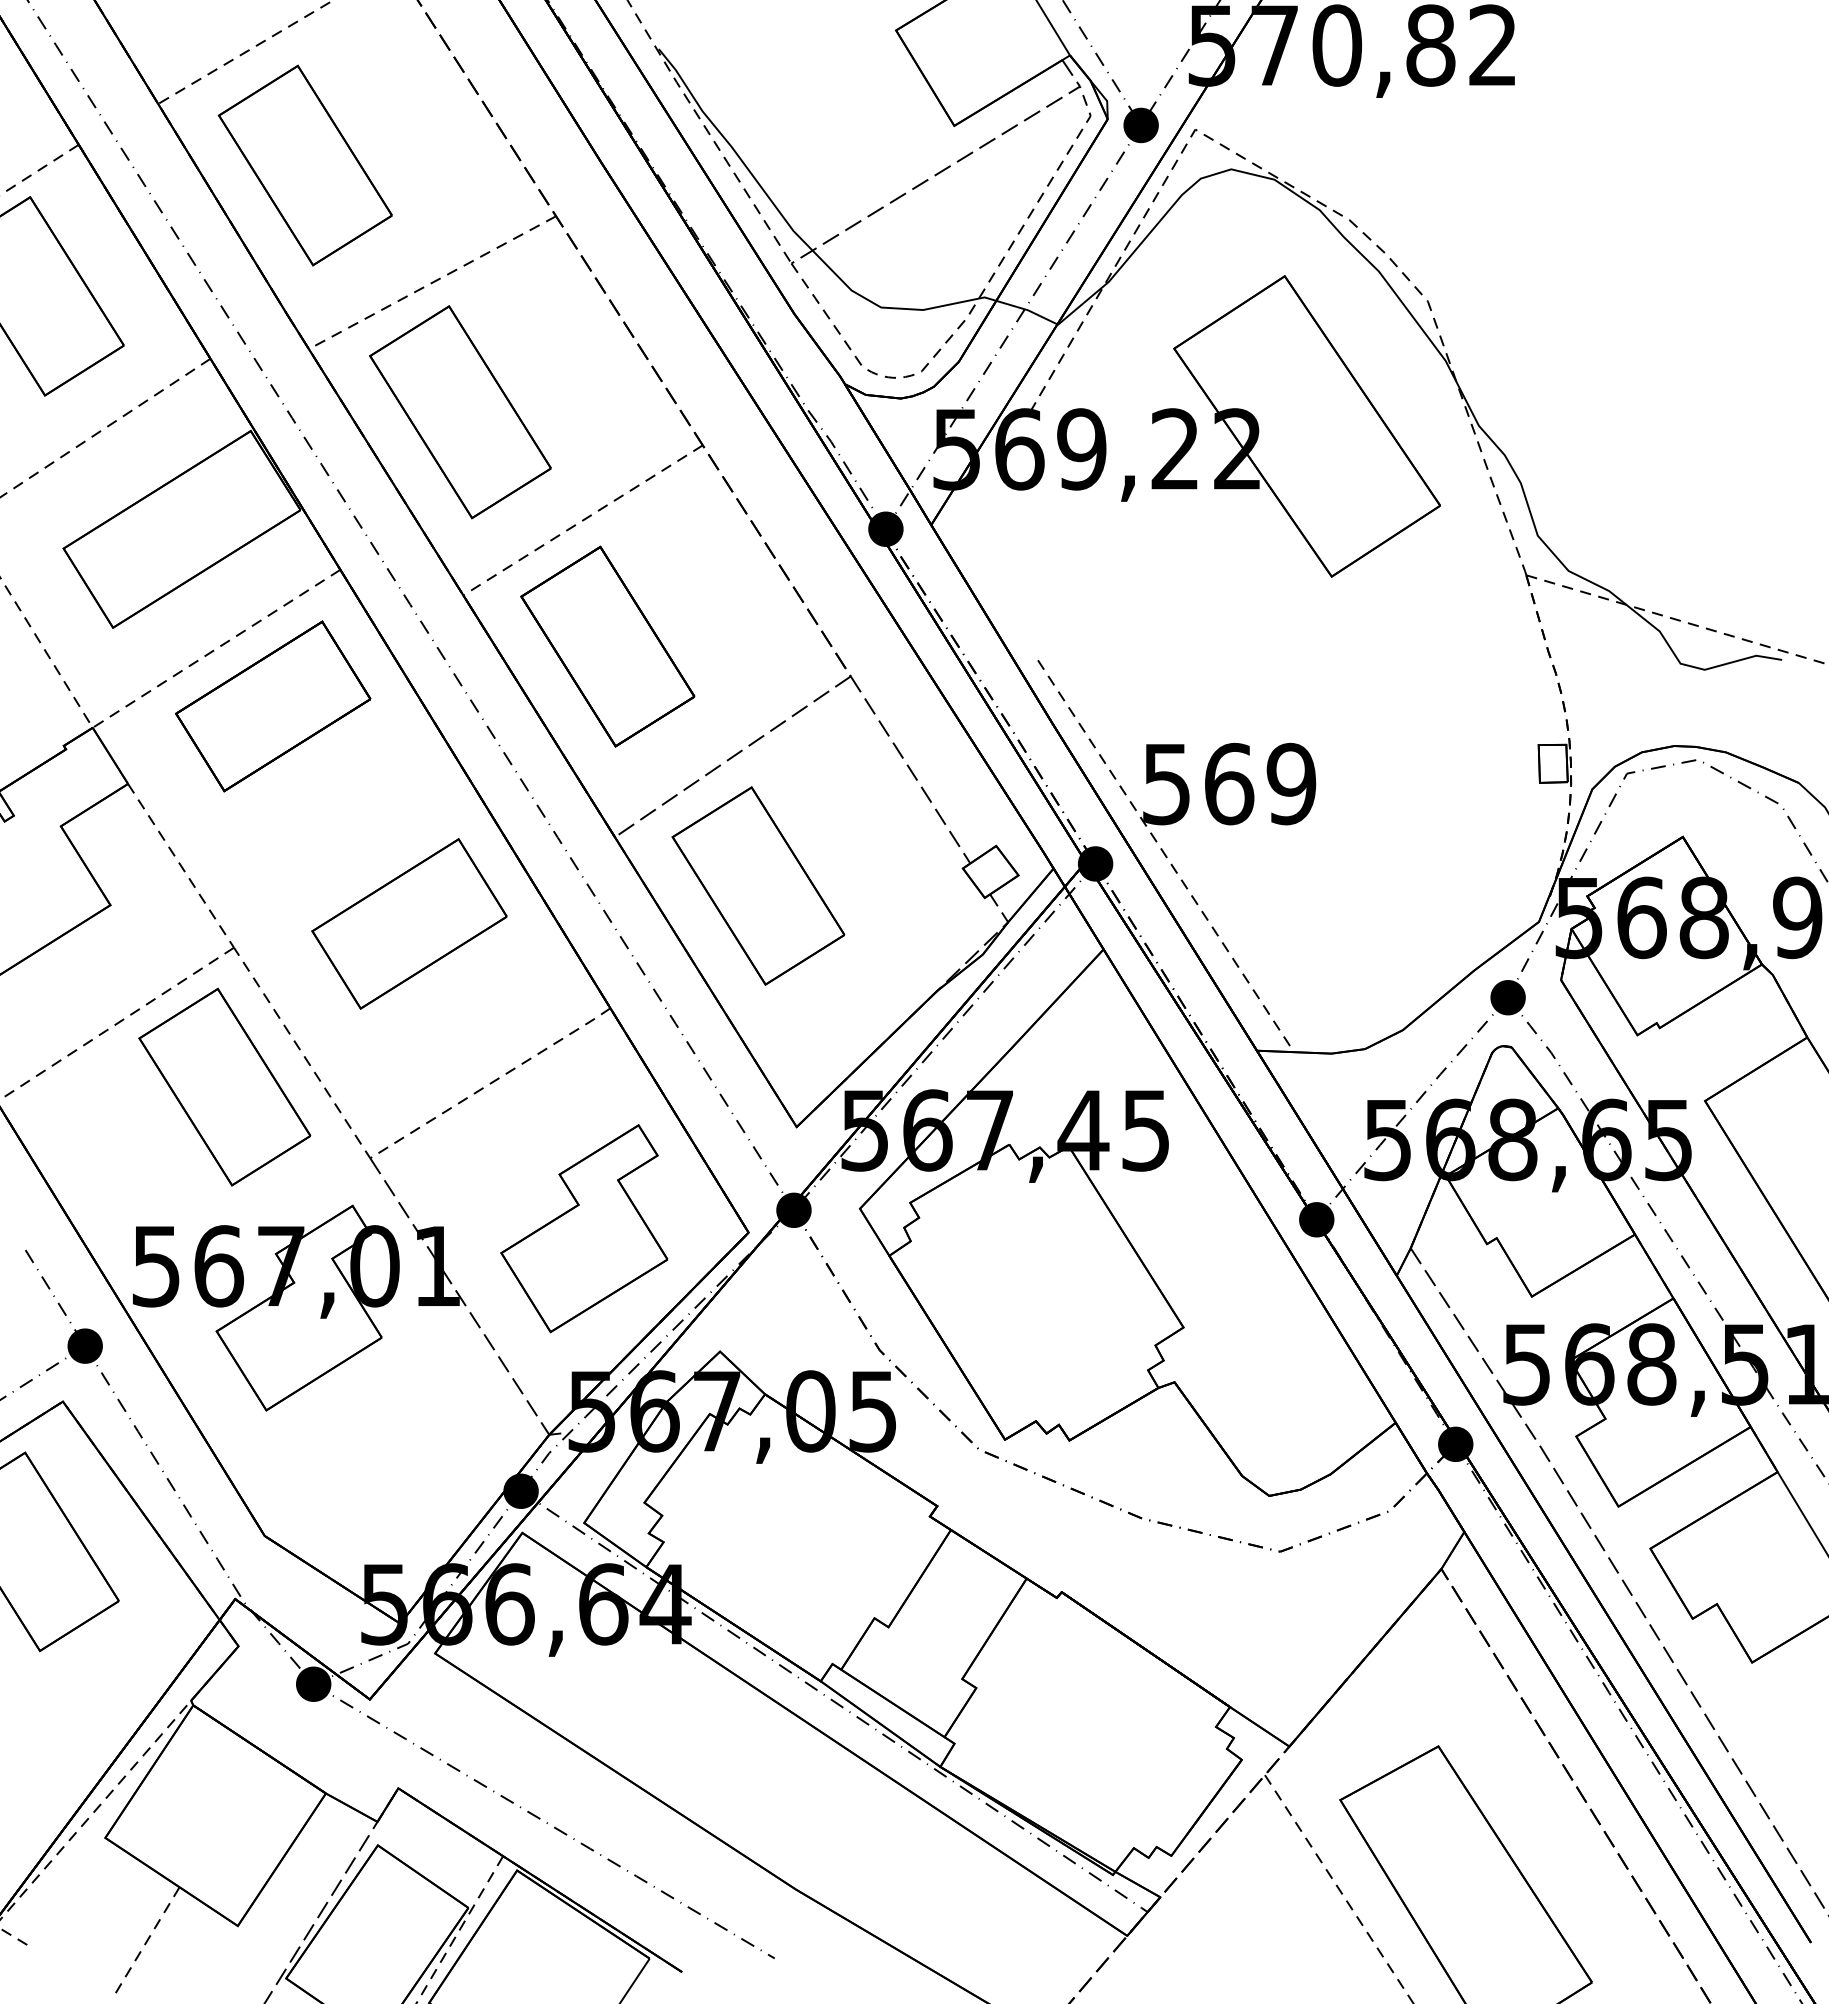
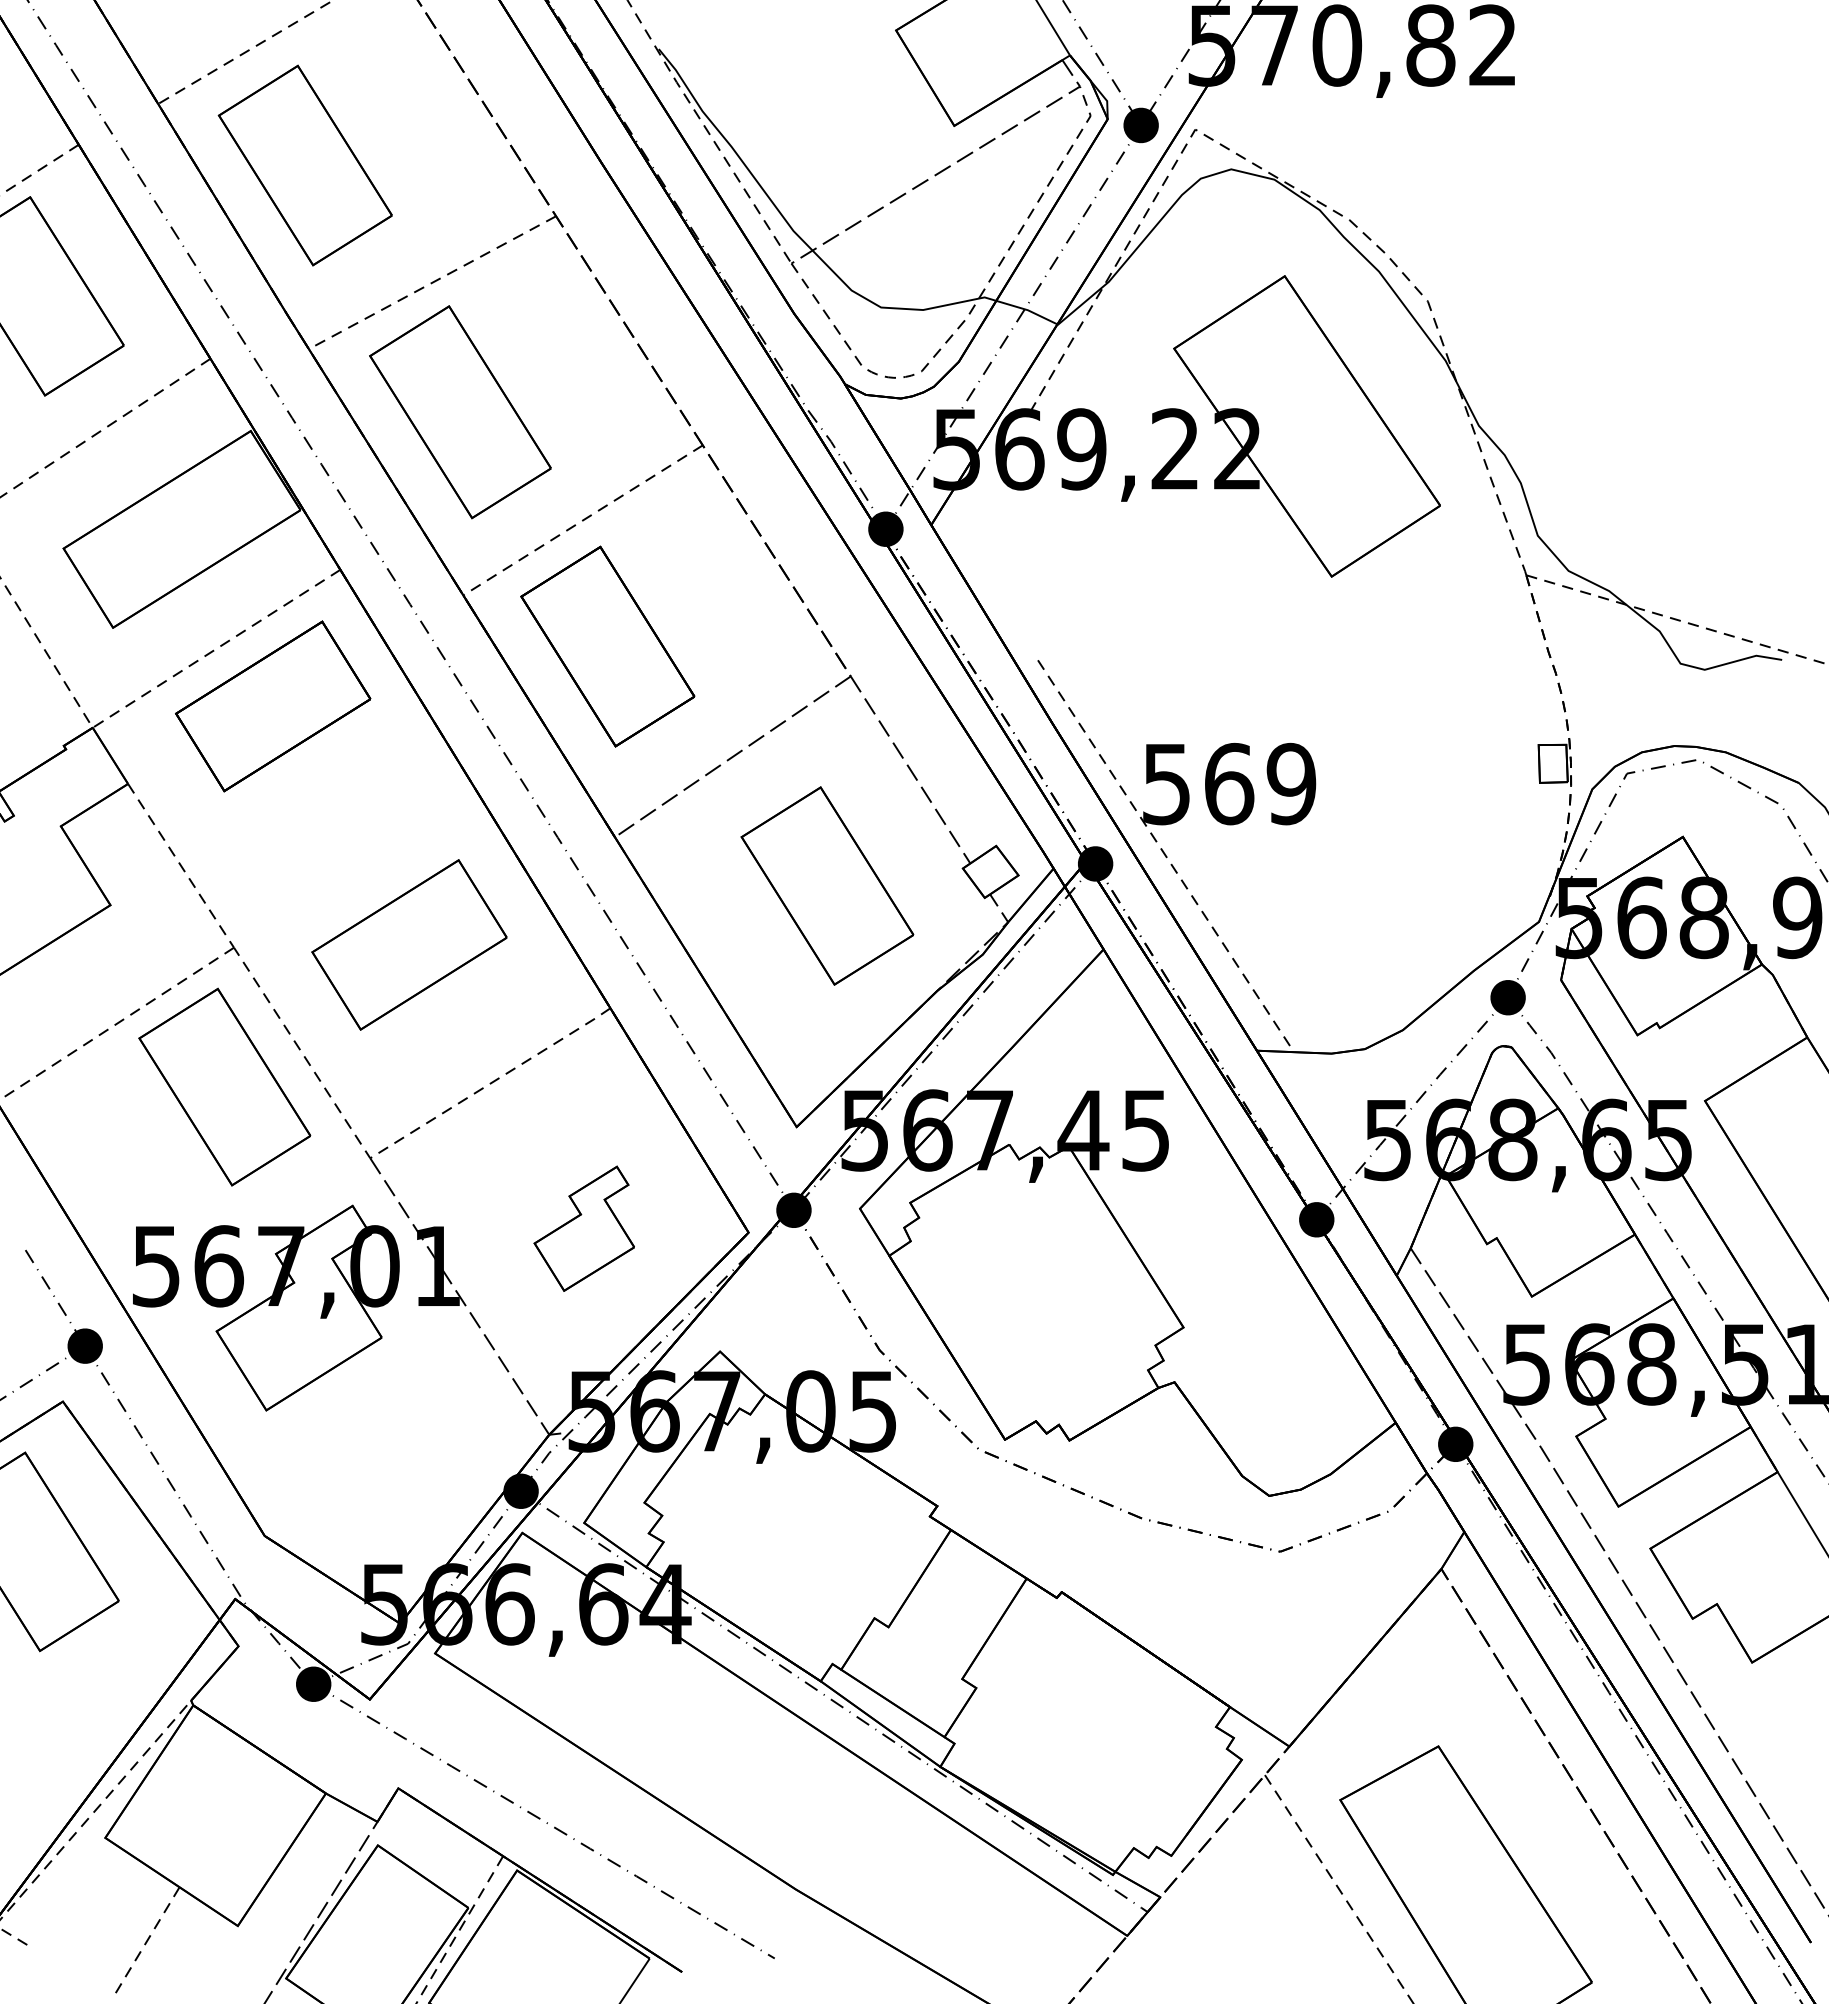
part at (758, 885) position: (758, 885) -> (827, 885)
part at (409, 923) position: (409, 923) -> (409, 944)
part at (584, 1228) size: 169x210 px -> 102x127 px
